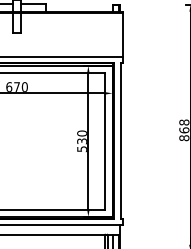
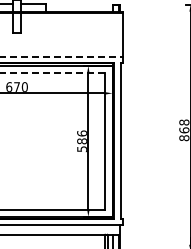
line at (62, 56): solid -> dashed
line at (51, 72): solid -> dashed
text at (81, 137): 530 -> 586
